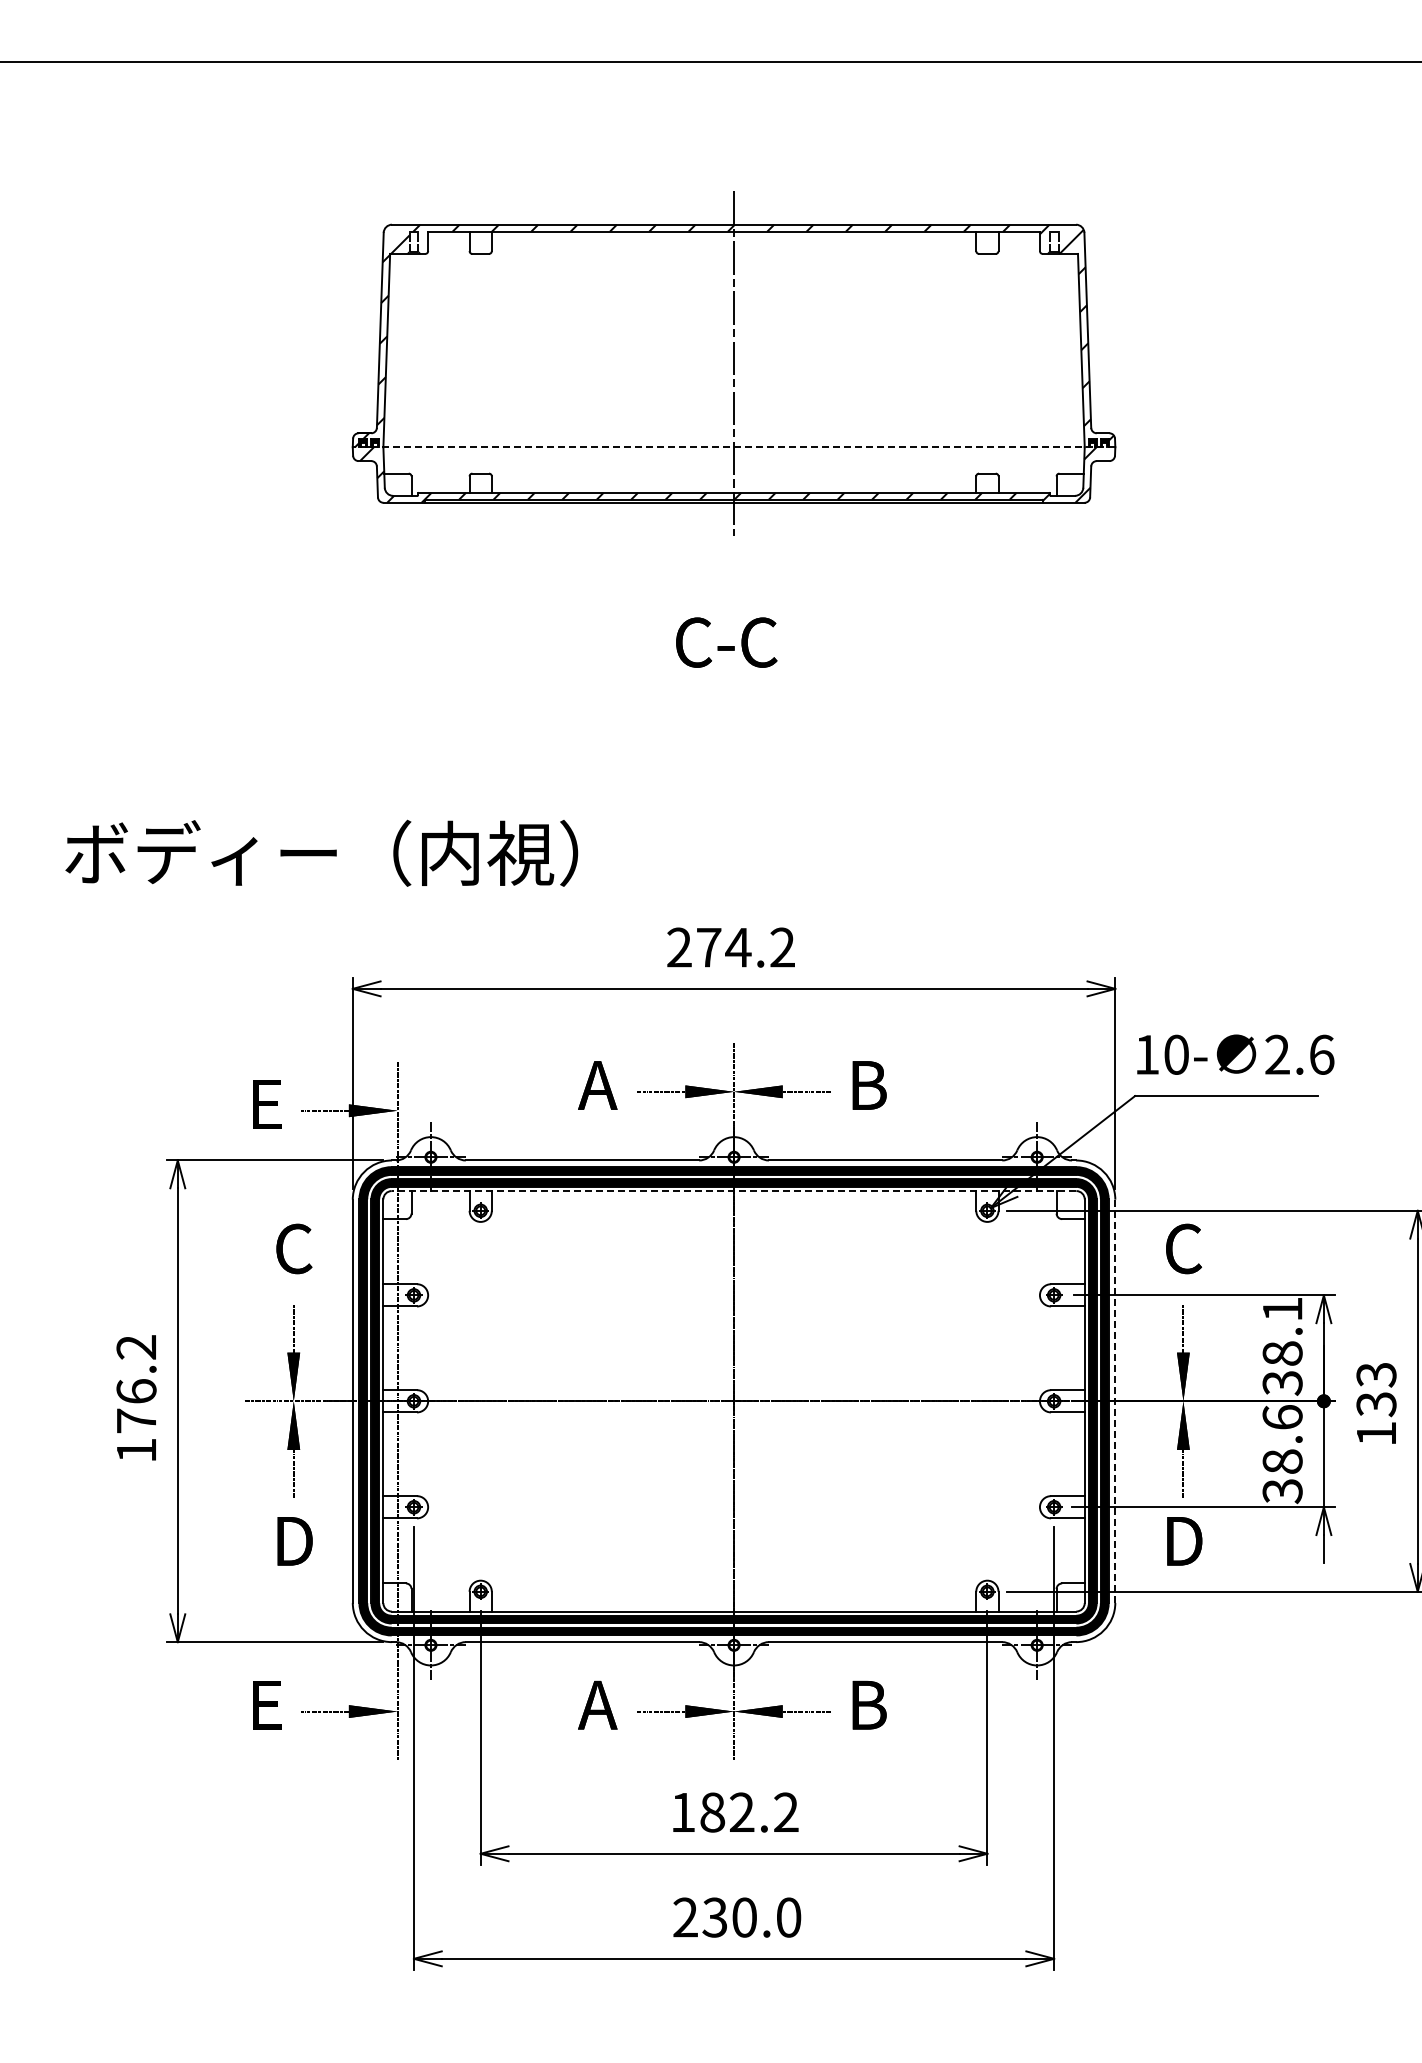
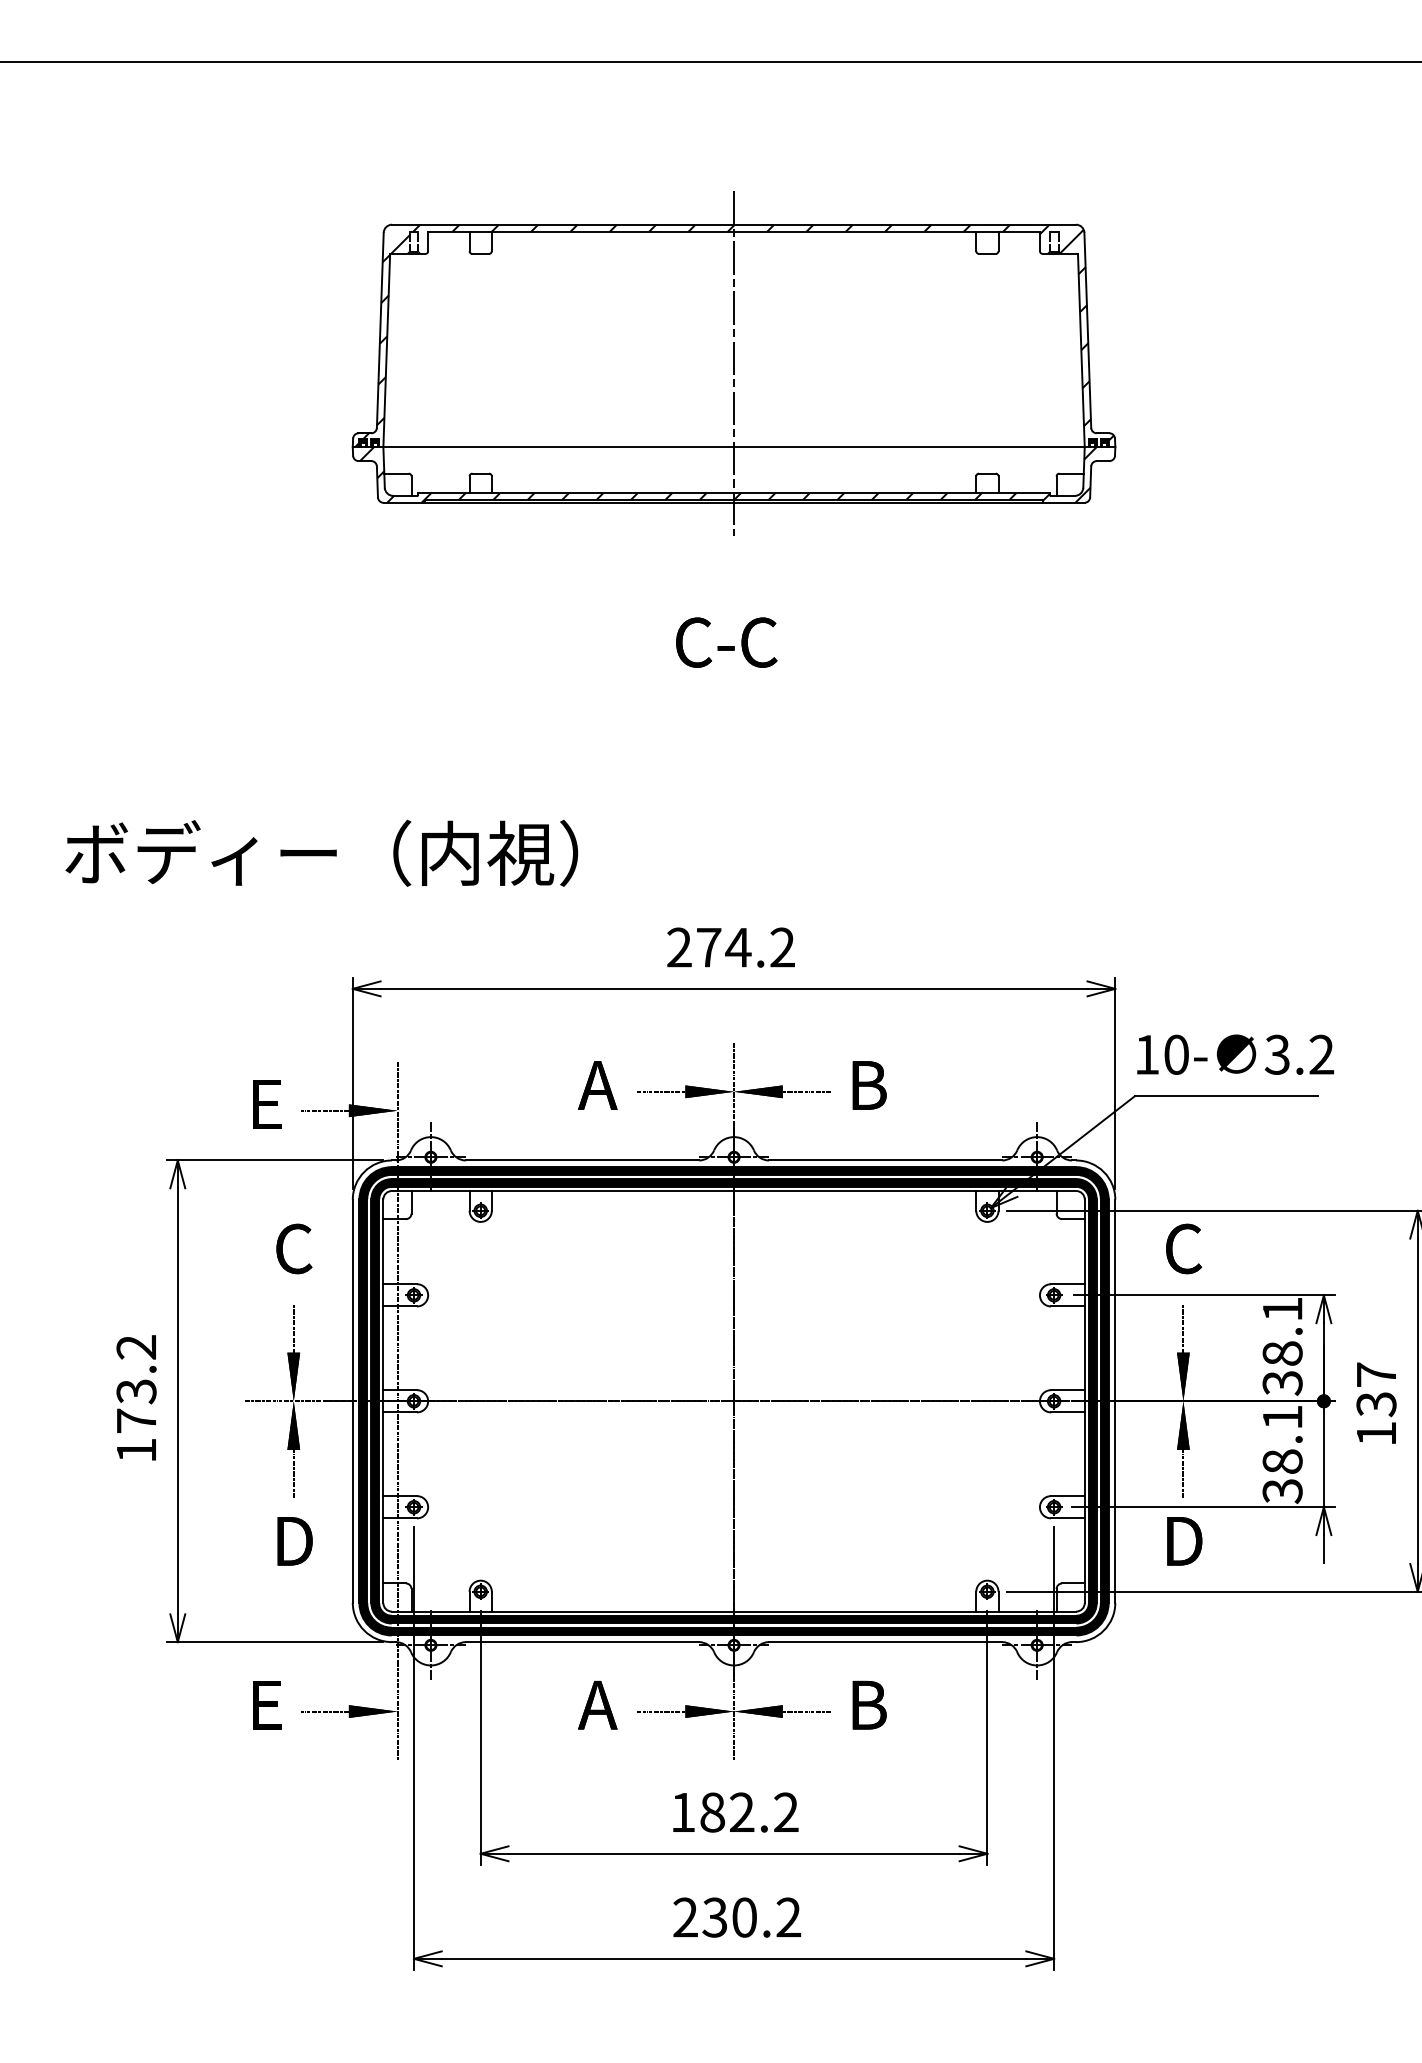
line at (733, 447): dashed -> solid
text at (1299, 1054): 2.6 -> 3.2
line at (733, 1191): dashed -> solid
text at (1376, 1374): 133 -> 137
text at (136, 1391): 176.2 -> 173.2
line at (1115, 1401): dashed -> solid
text at (1282, 1417): 38.6 -> 38.1
text at (788, 1917): 230.0 -> 230.2
